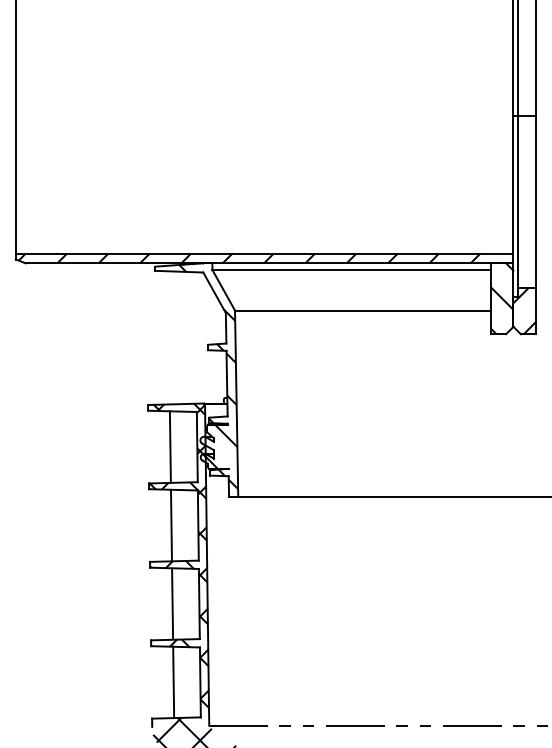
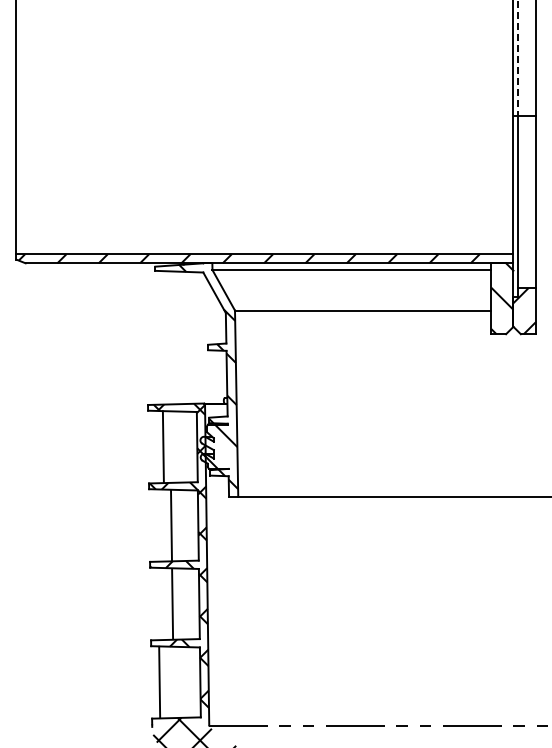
line at (518, 58): solid -> dashed
line at (169, 446) position: (169, 446) -> (162, 446)
line at (173, 682) position: (173, 682) -> (159, 682)
